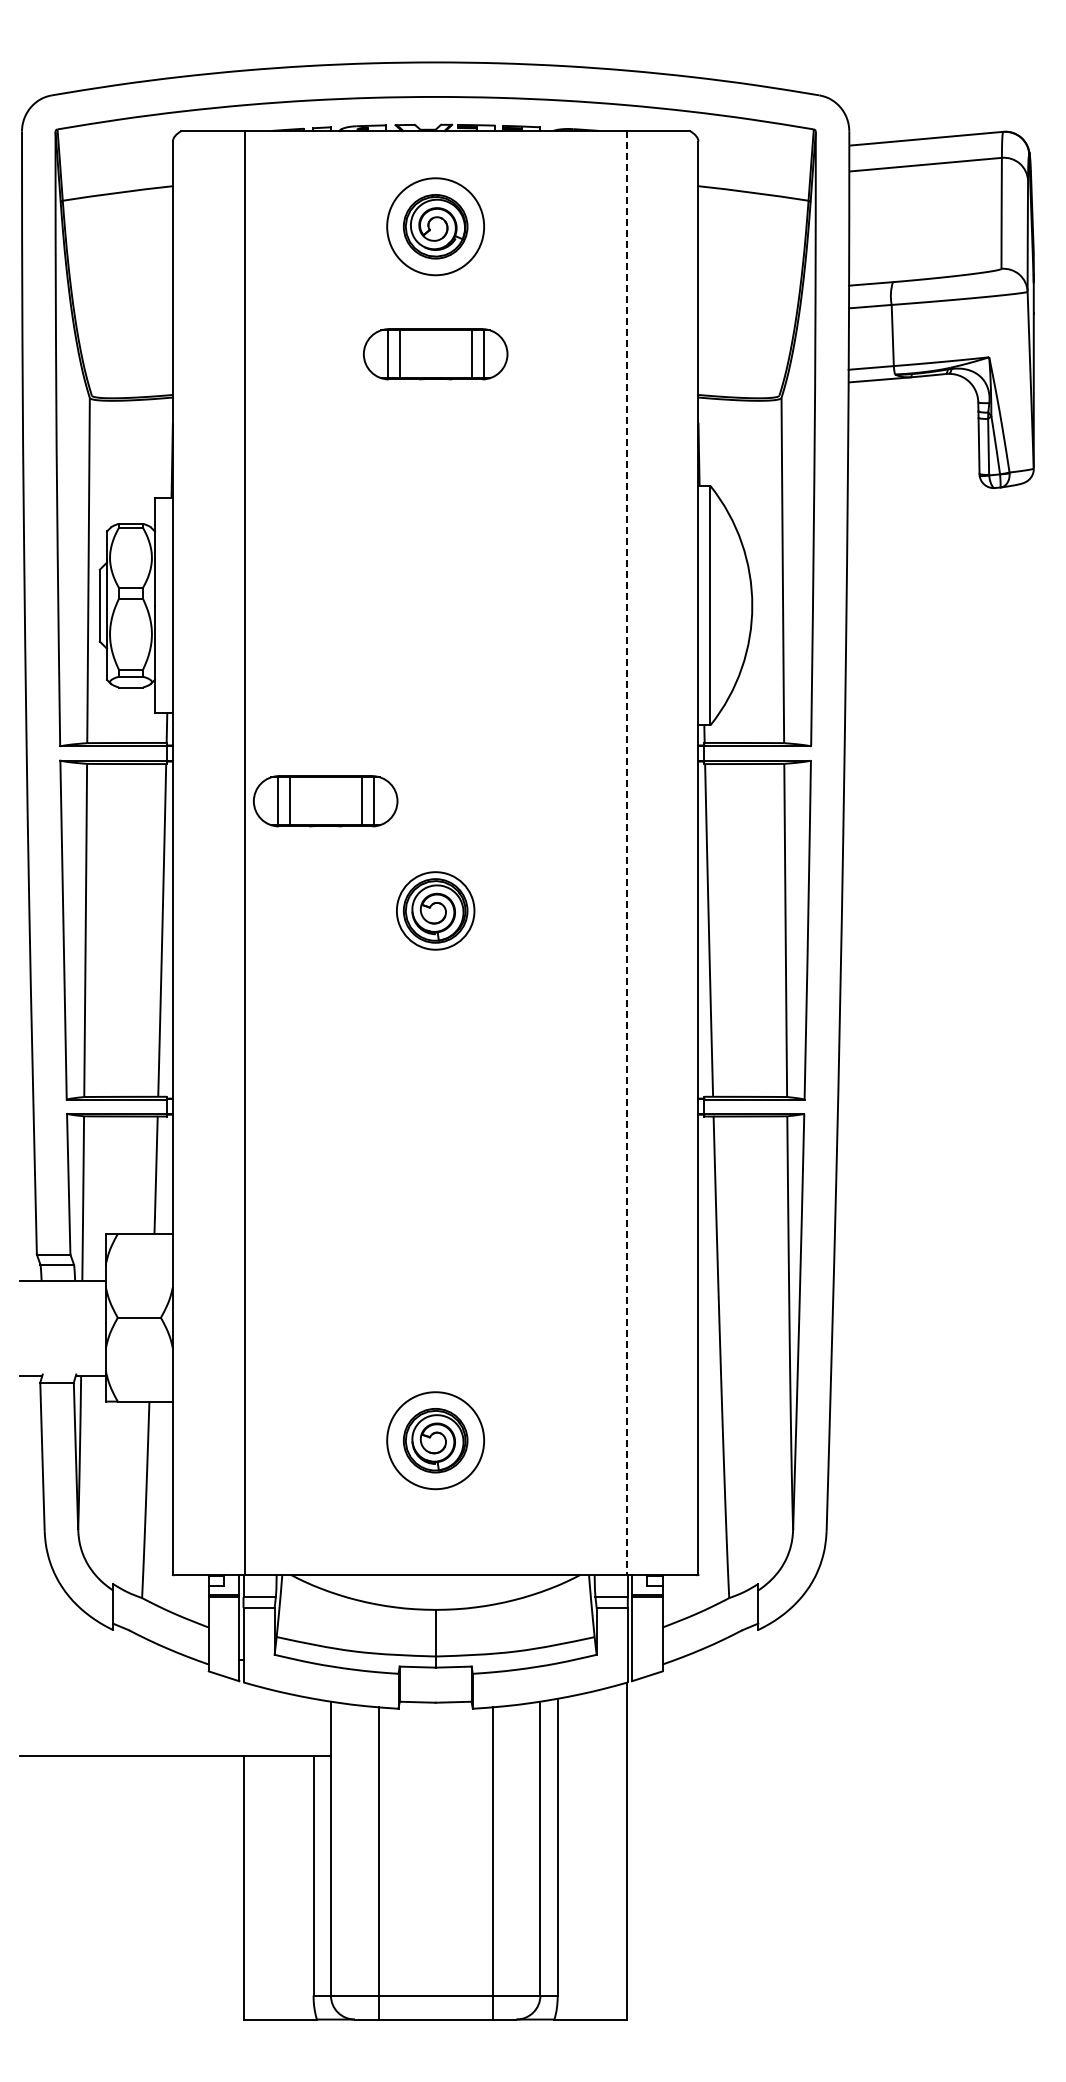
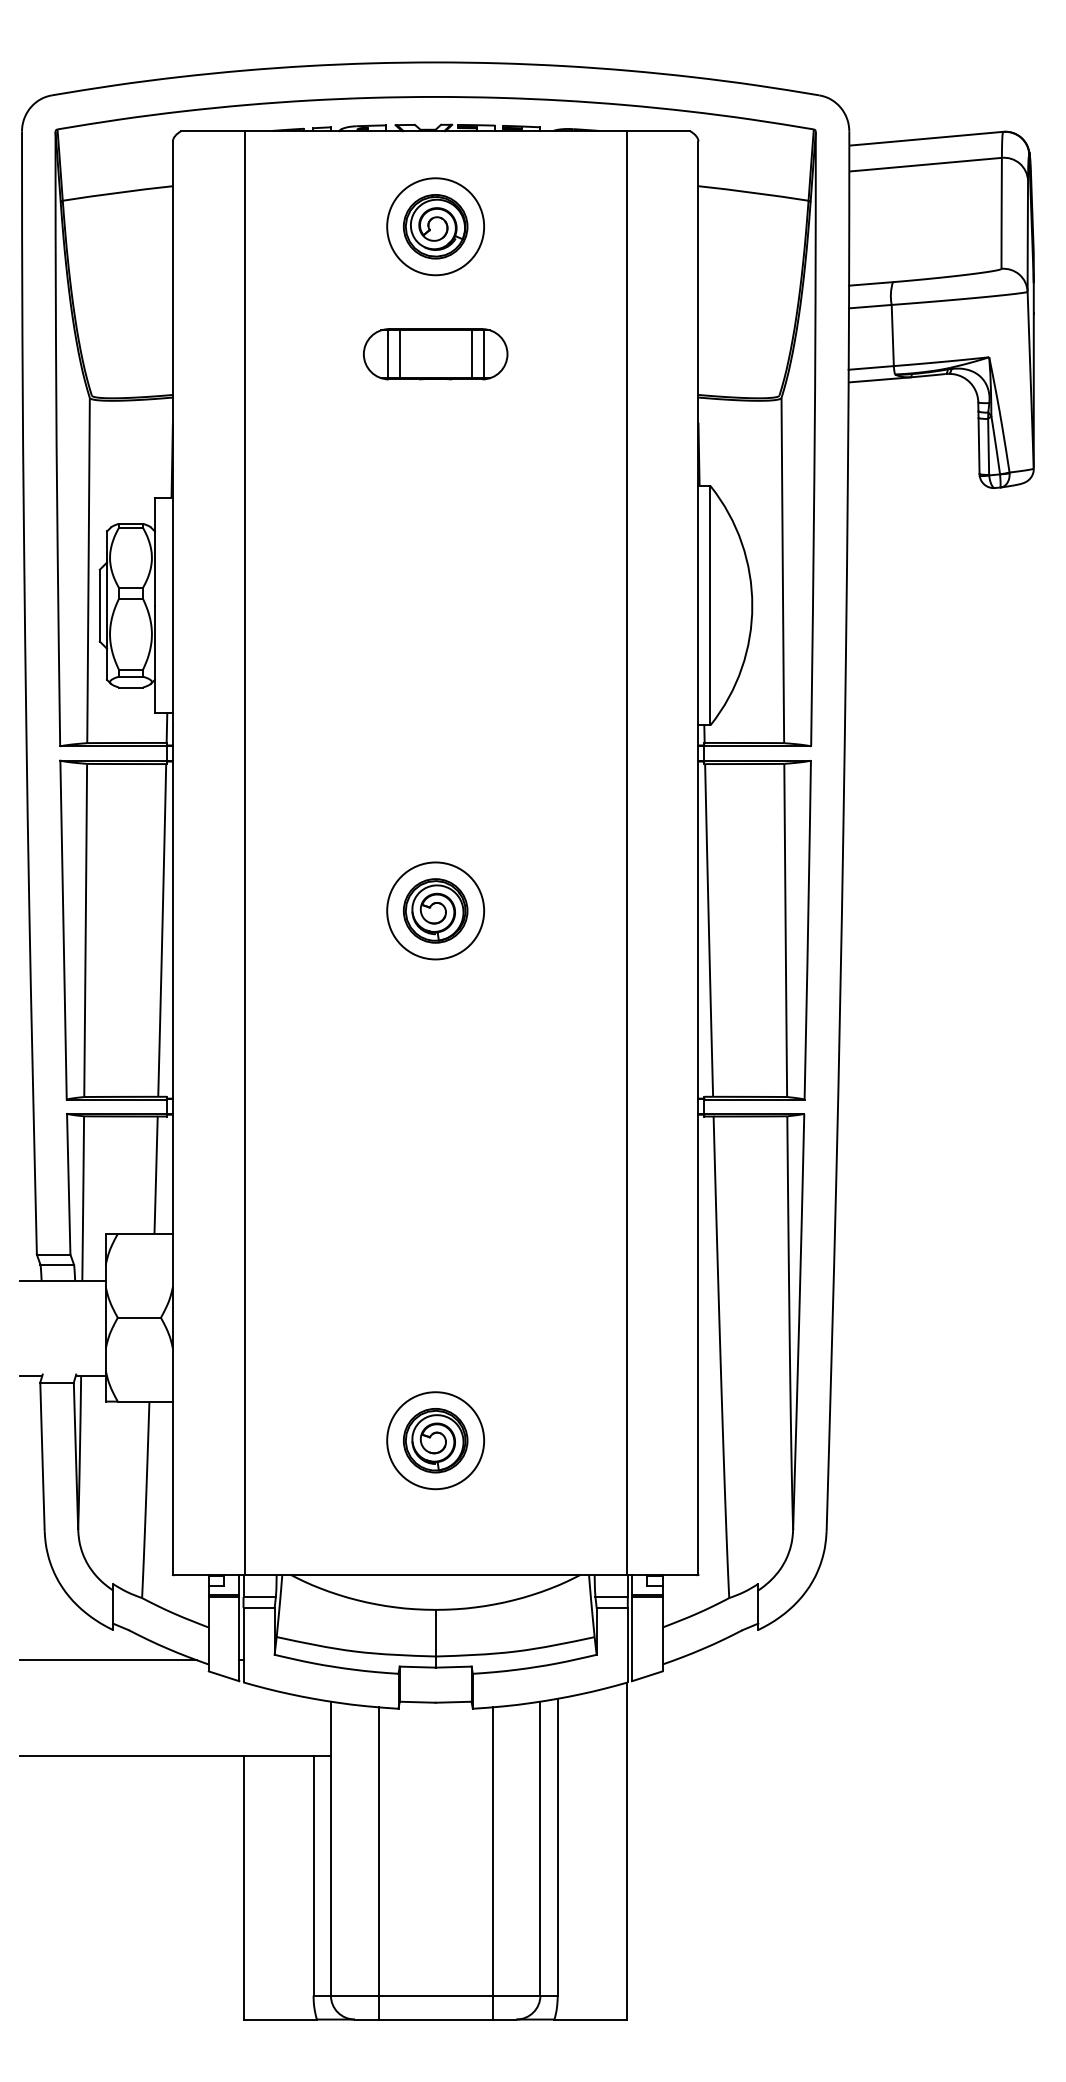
part at (325, 801): present -> none
line at (626, 853): dashed -> solid
circle at (435, 910) diameter: 78 px -> 97 px
line at (108, 1660): none -> present
